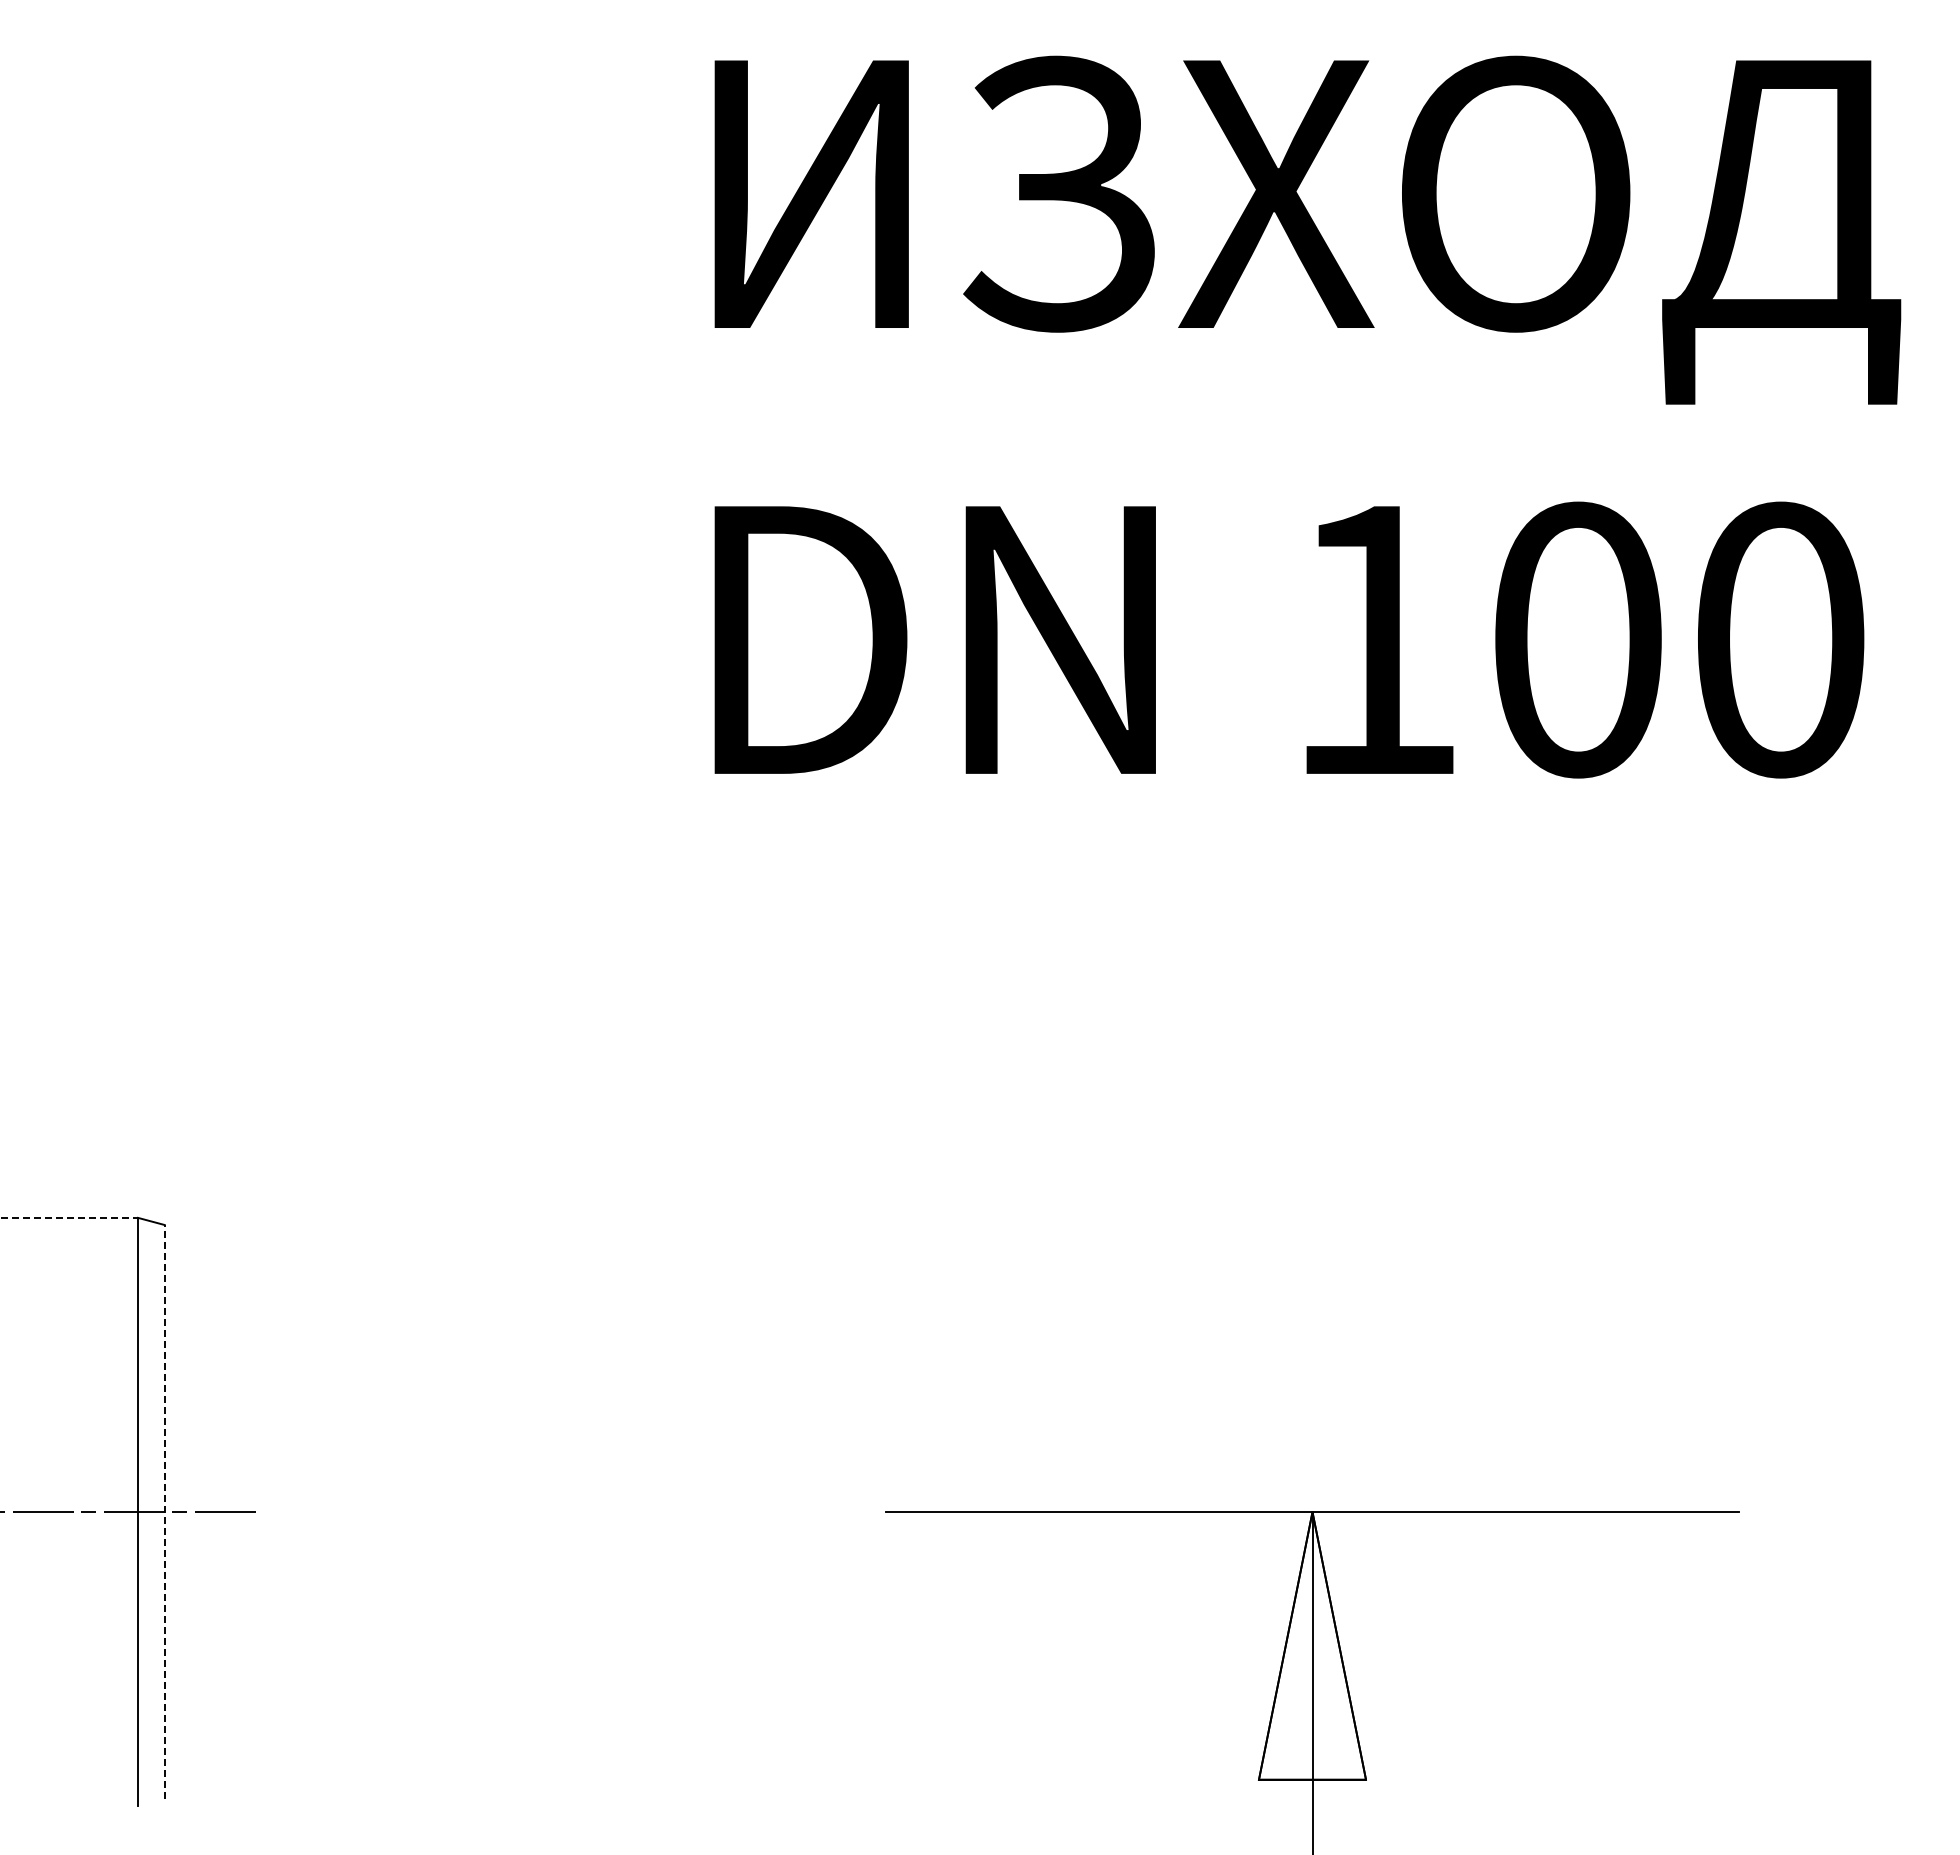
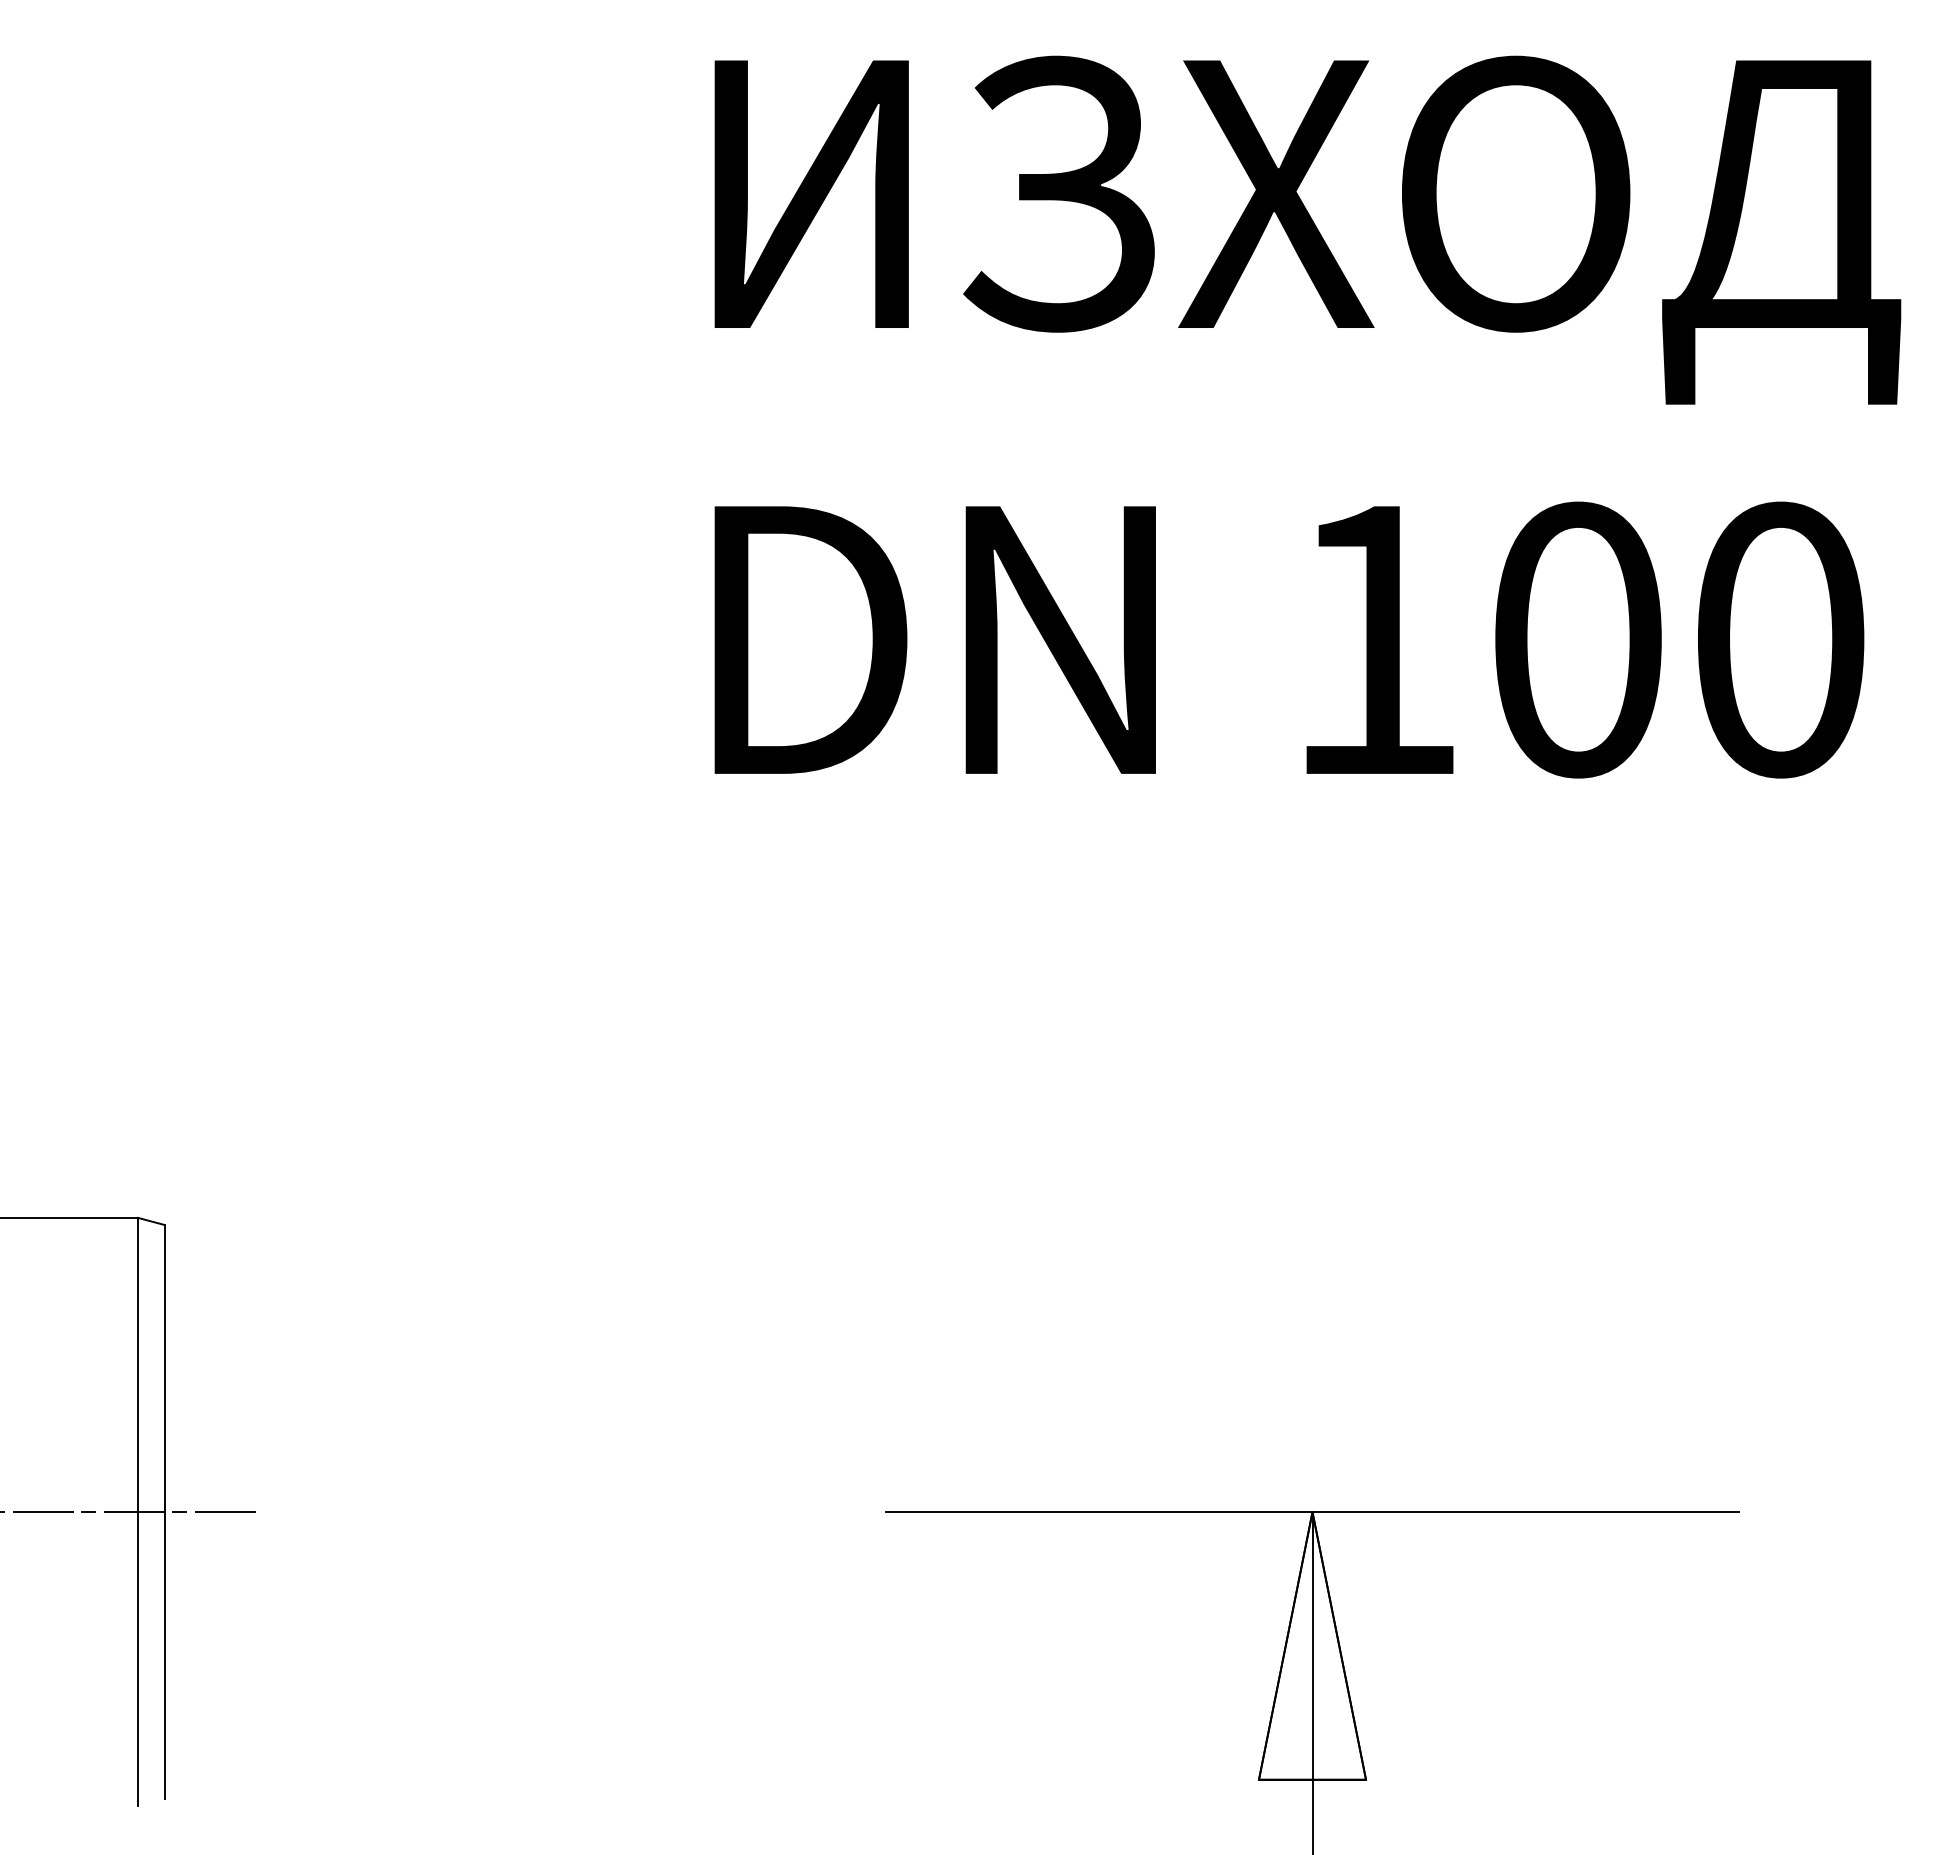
line at (68, 1217): dashed -> solid
line at (164, 1511): dashed -> solid
